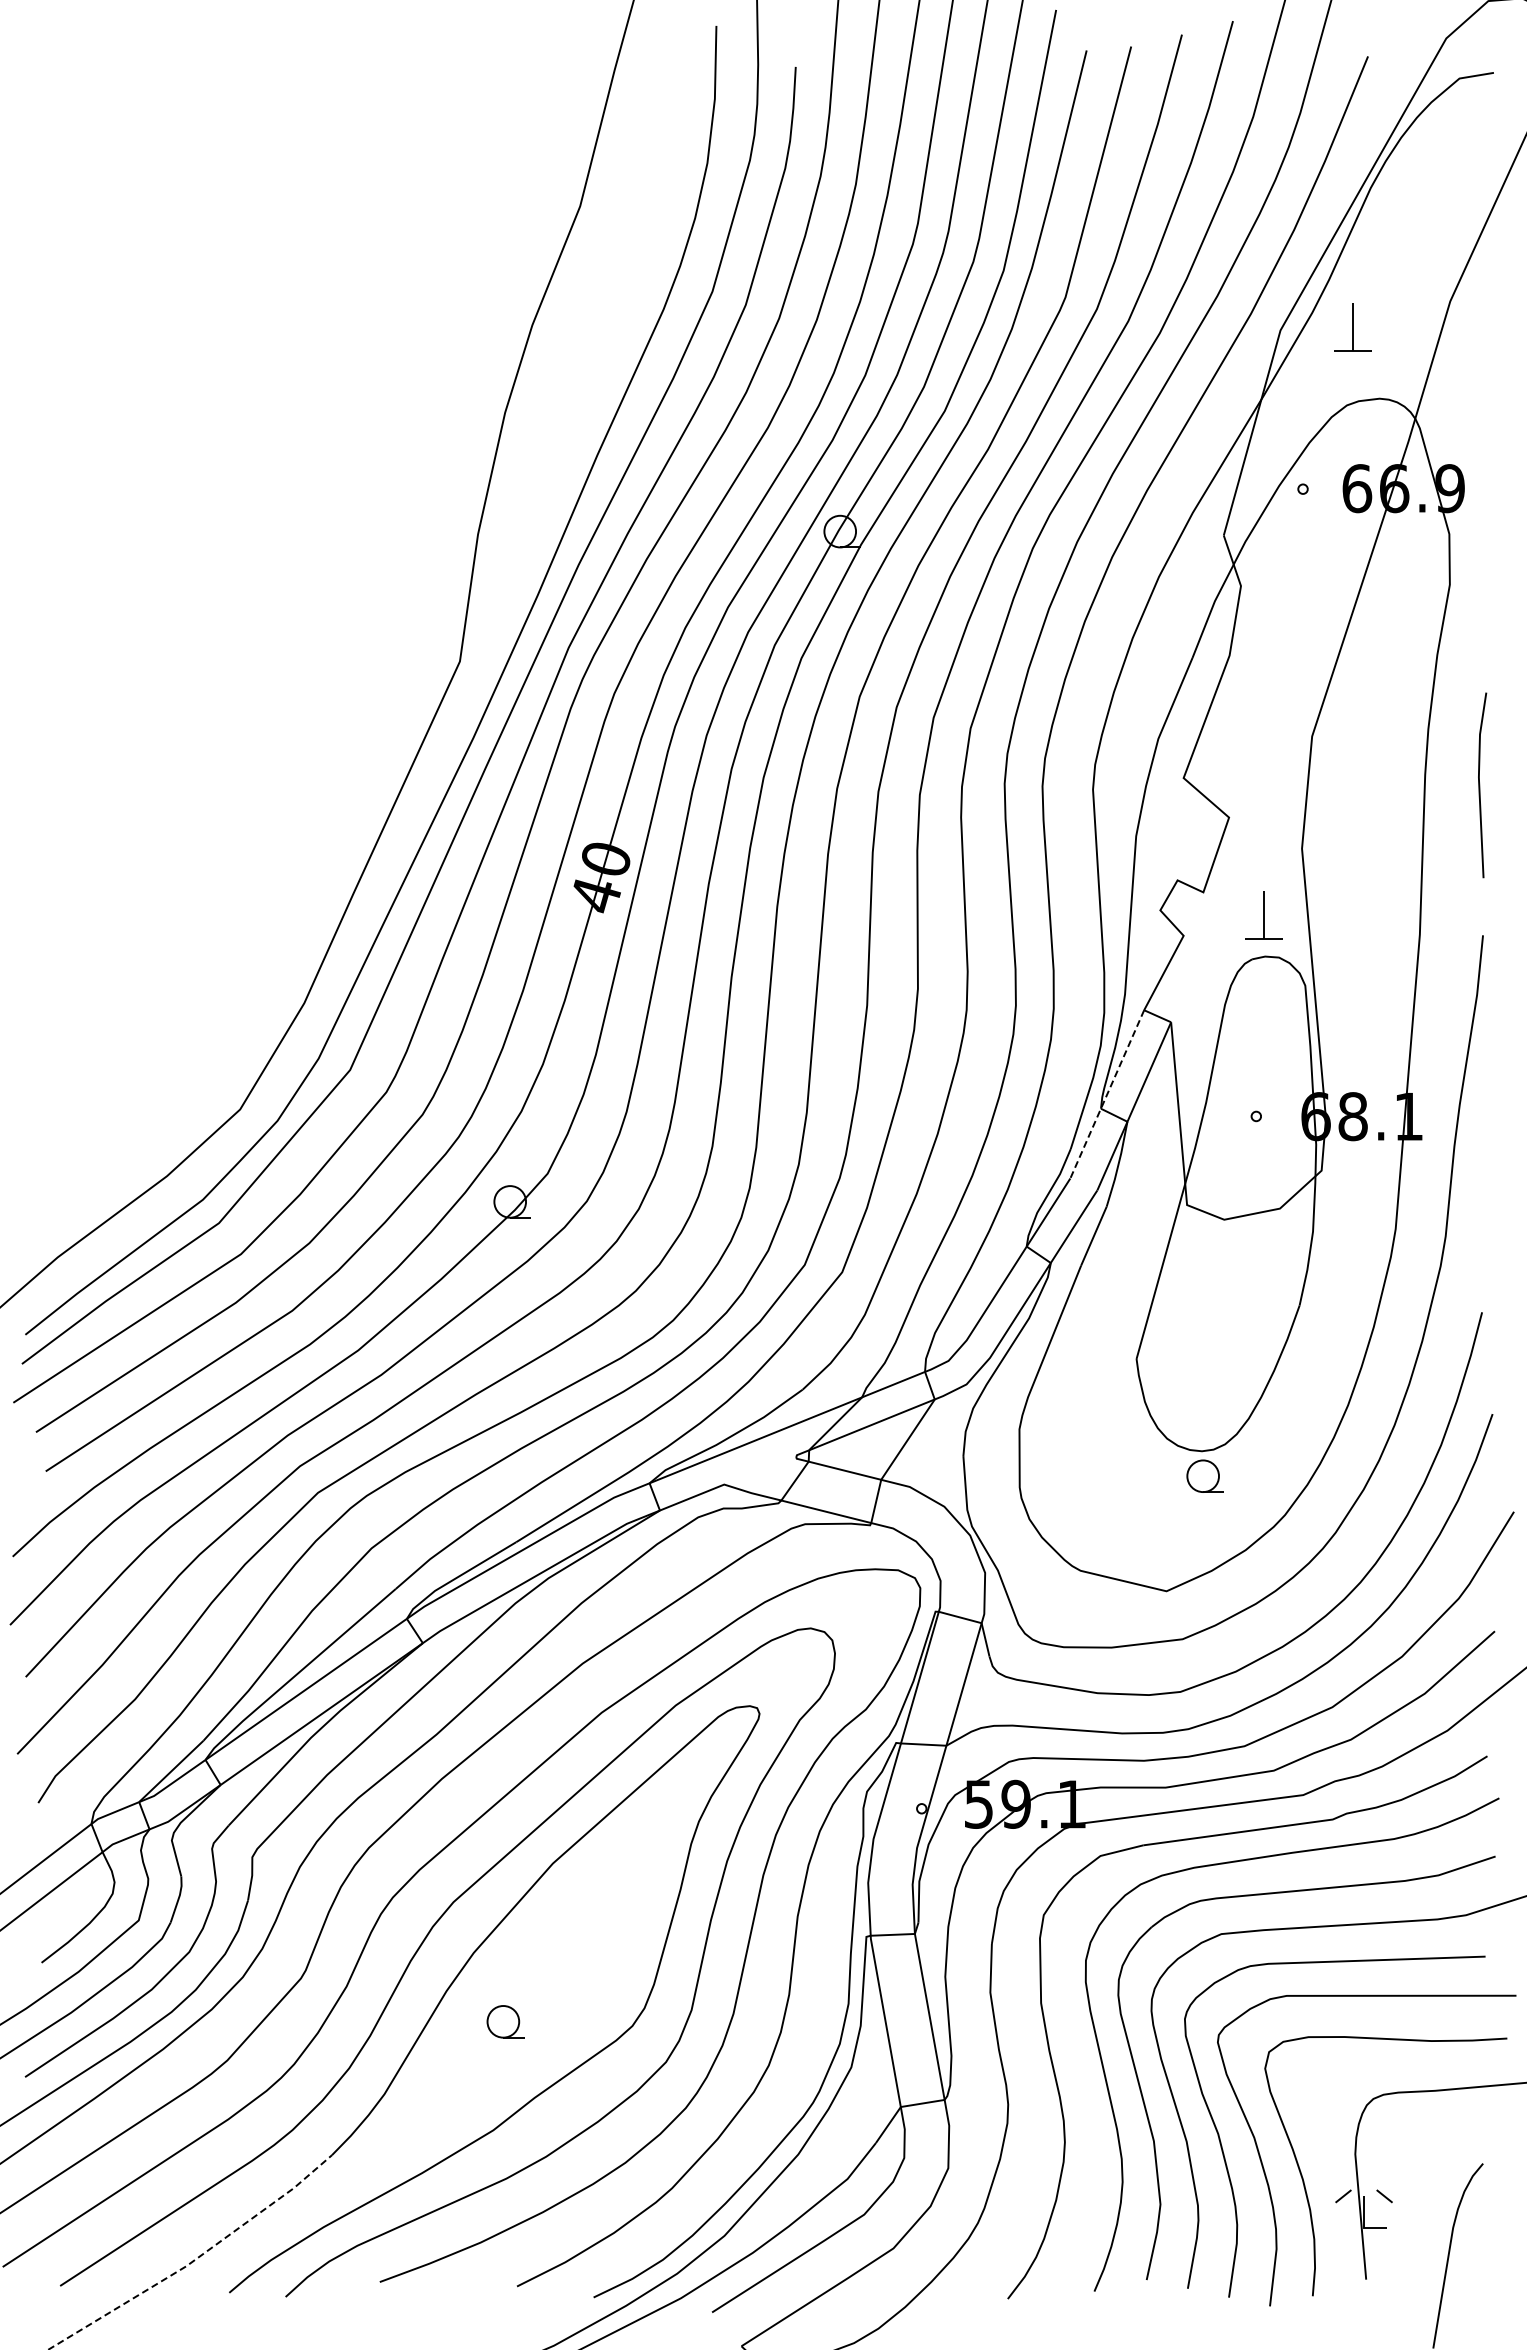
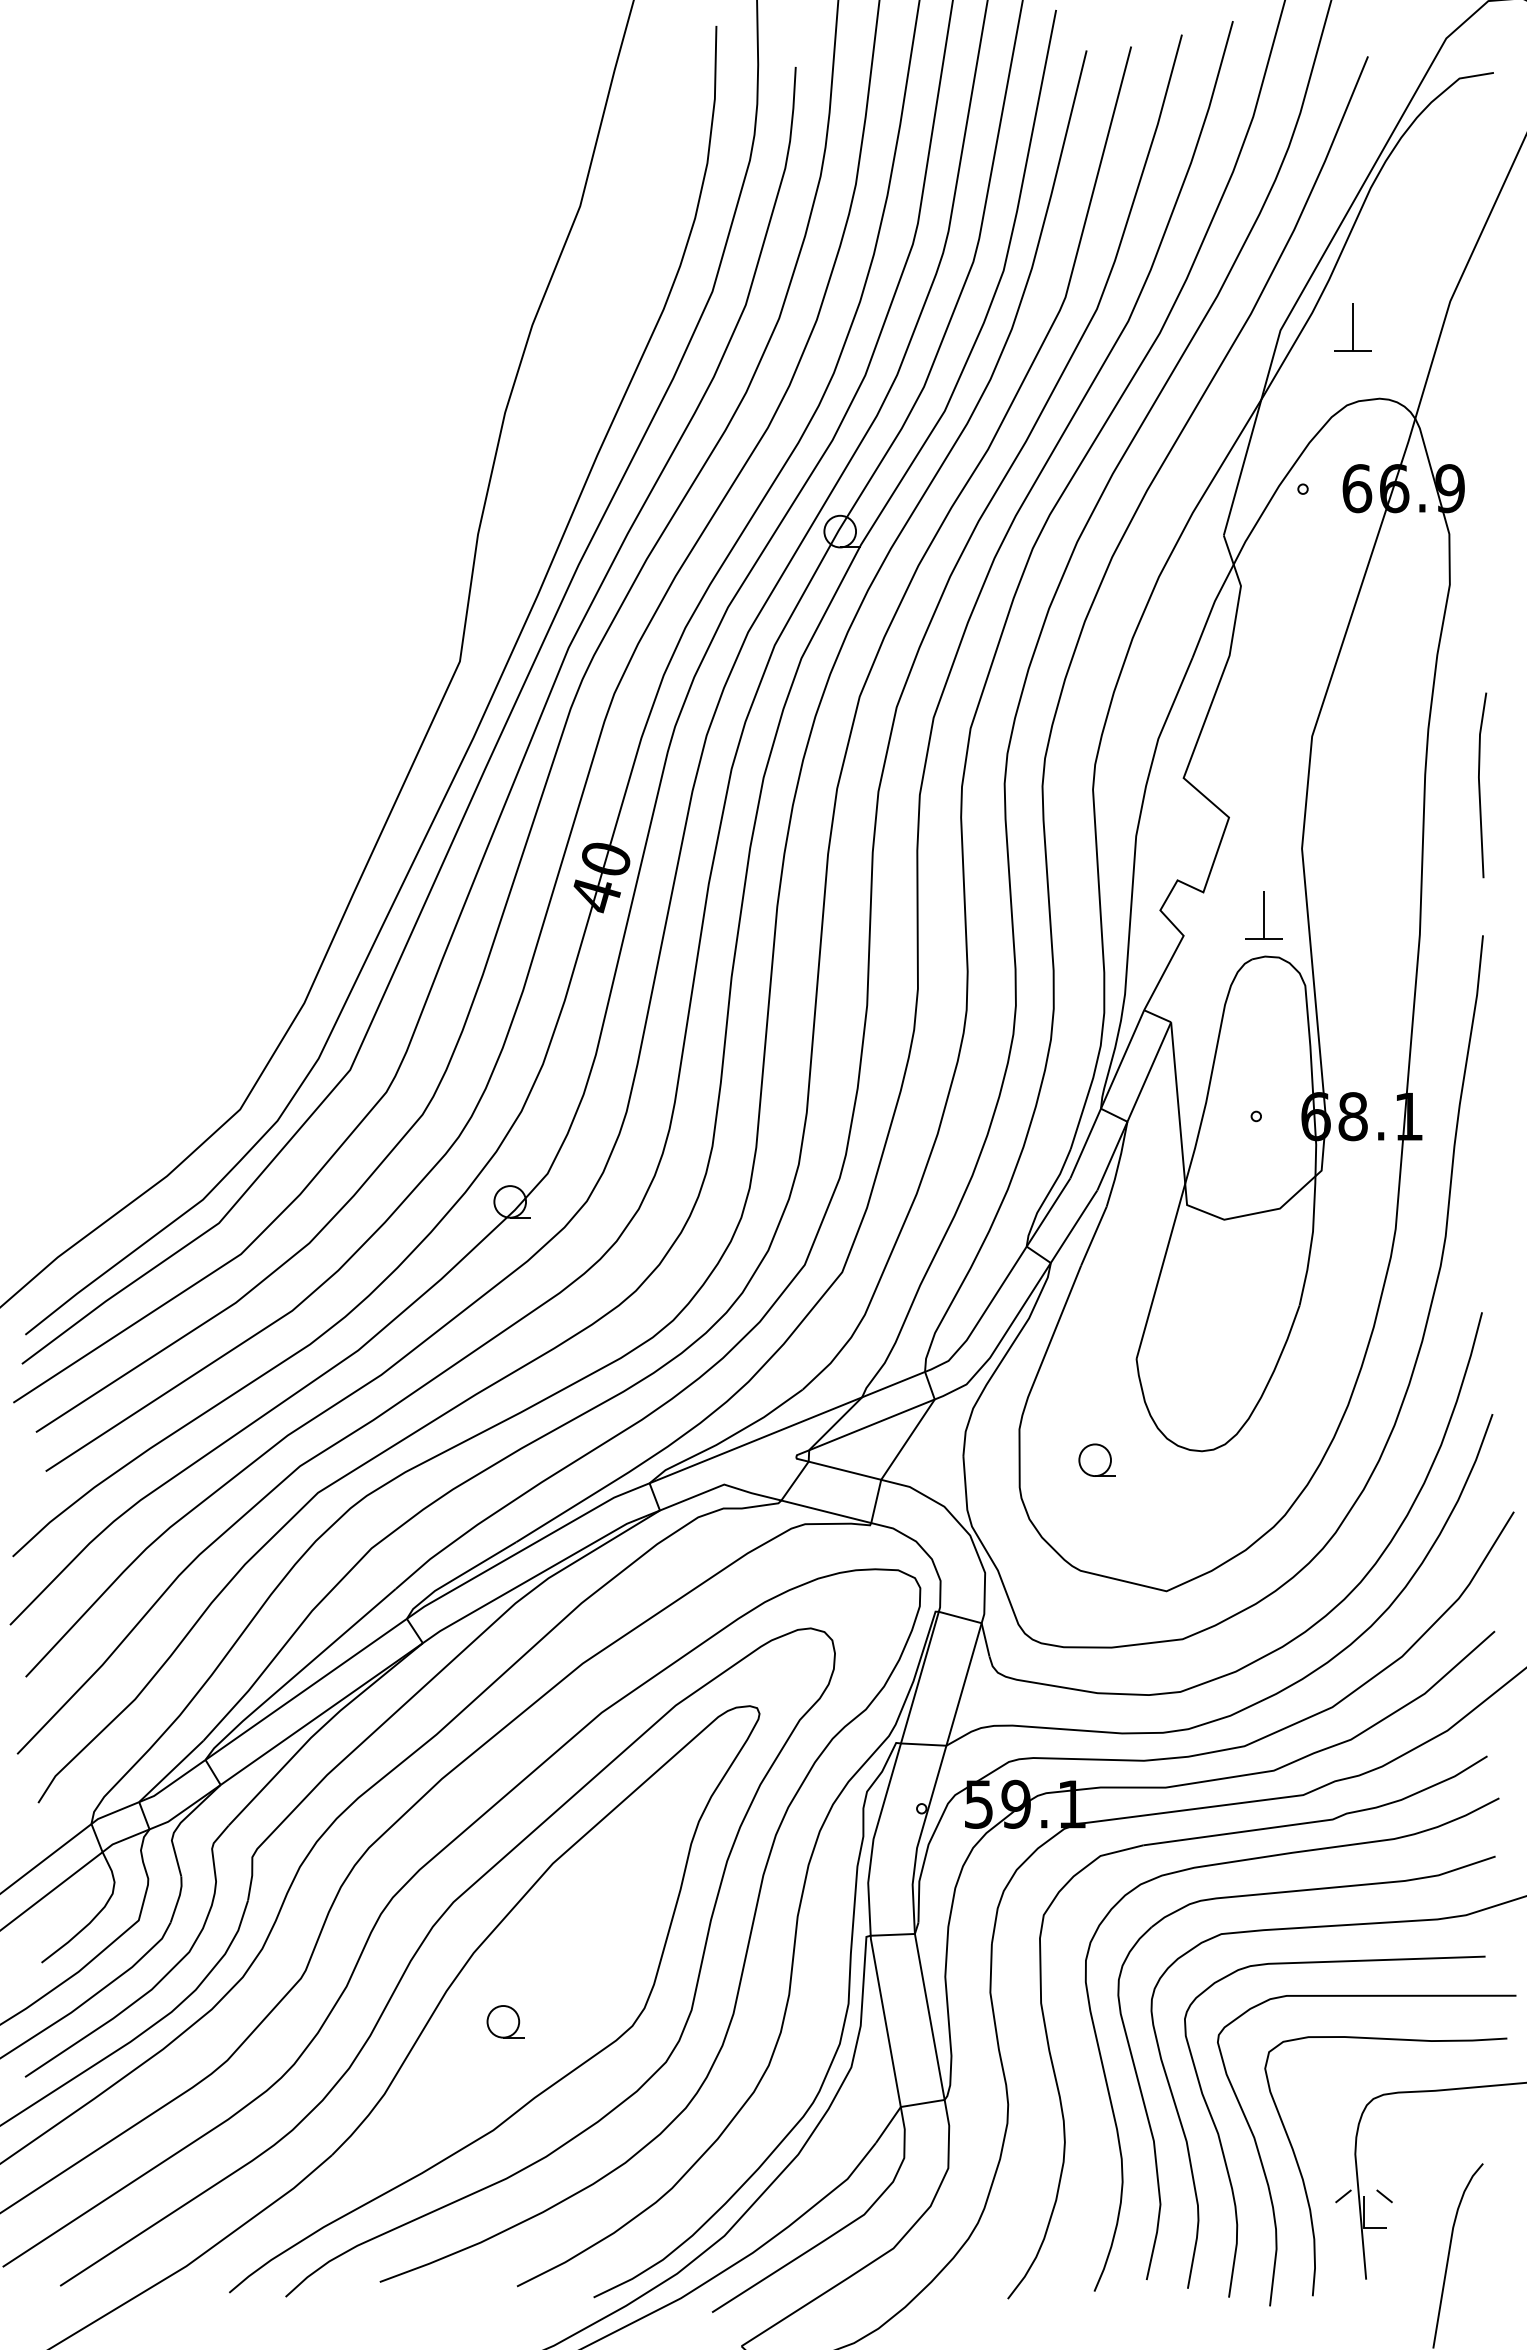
line at (1107, 1094): dashed -> solid
part at (1204, 1475) position: (1204, 1475) -> (1096, 1459)
line at (195, 2259): dashed -> solid
